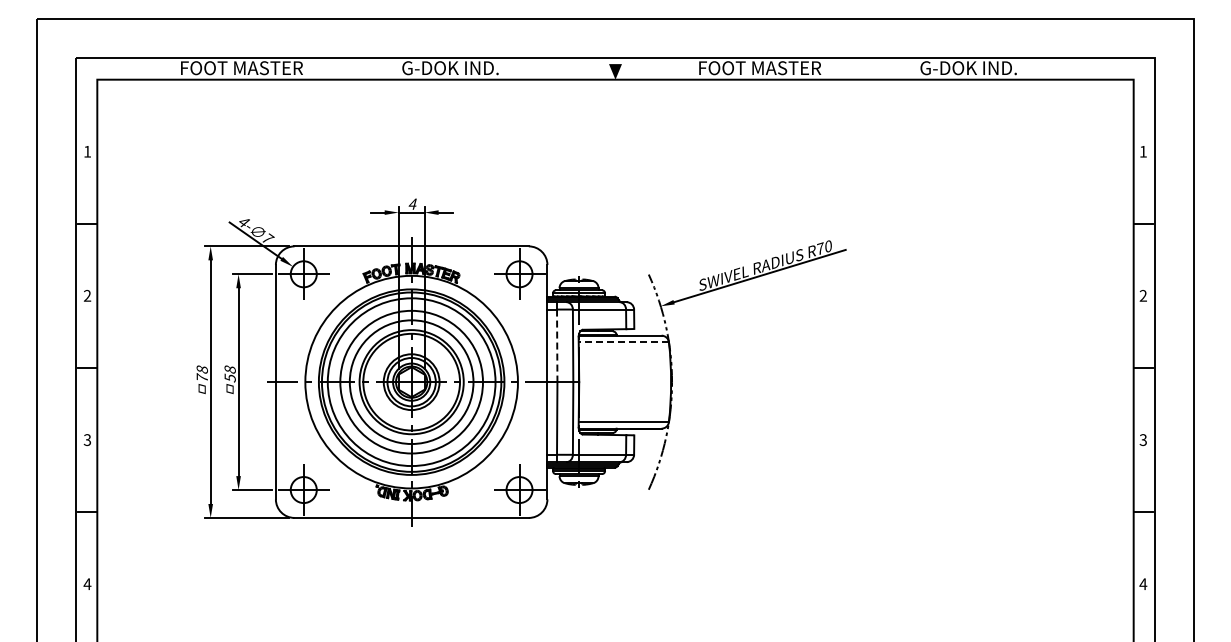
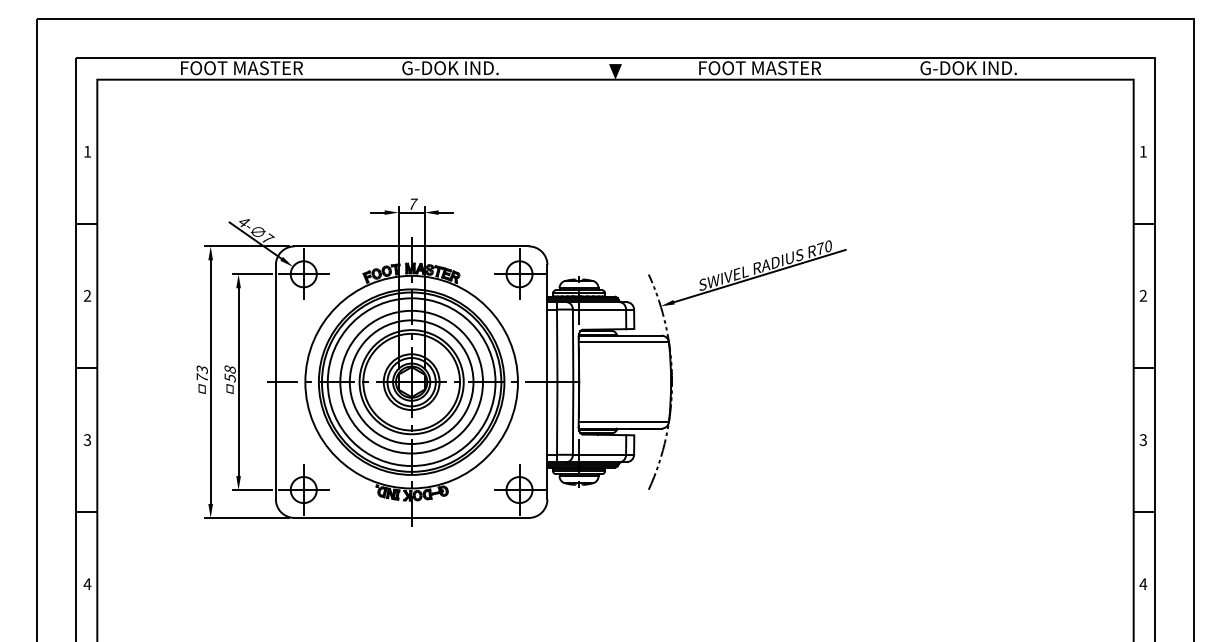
text at (412, 203): 4 -> 7
line at (623, 342): dashed -> solid
line at (557, 346): dashed -> solid
text at (201, 369): 78 -> 73
